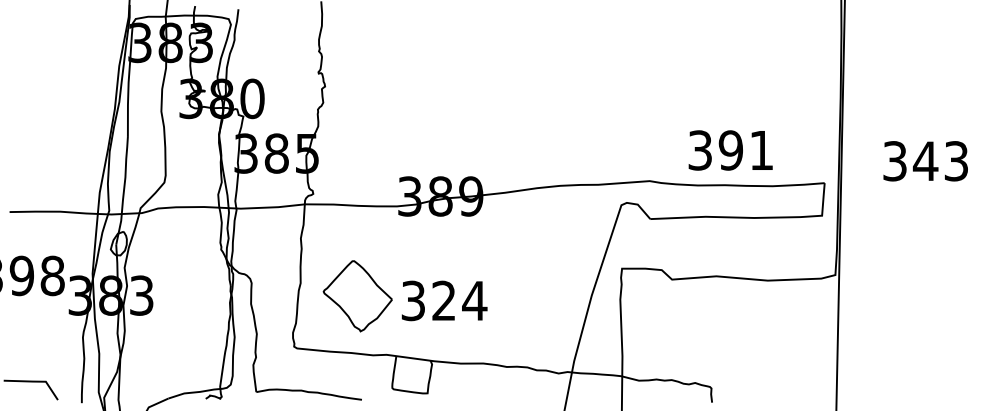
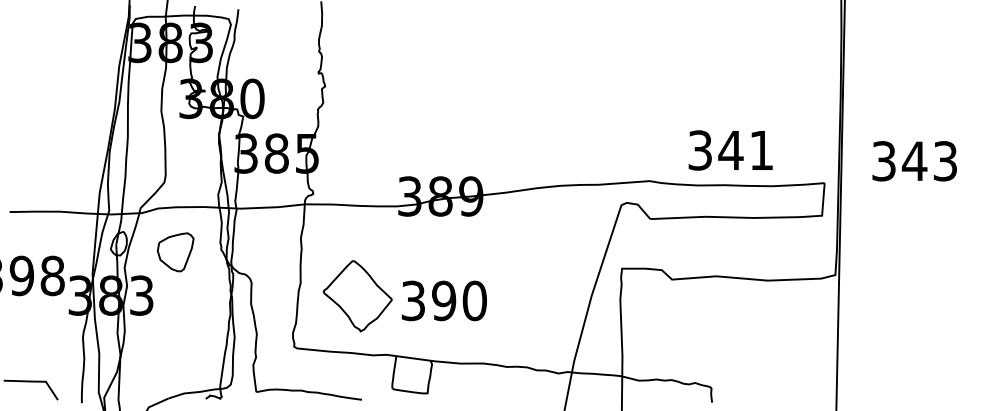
text at (730, 150): 391 -> 341
text at (925, 161) position: (925, 161) -> (914, 161)
part at (175, 252): none -> present
text at (459, 300): 324 -> 390
